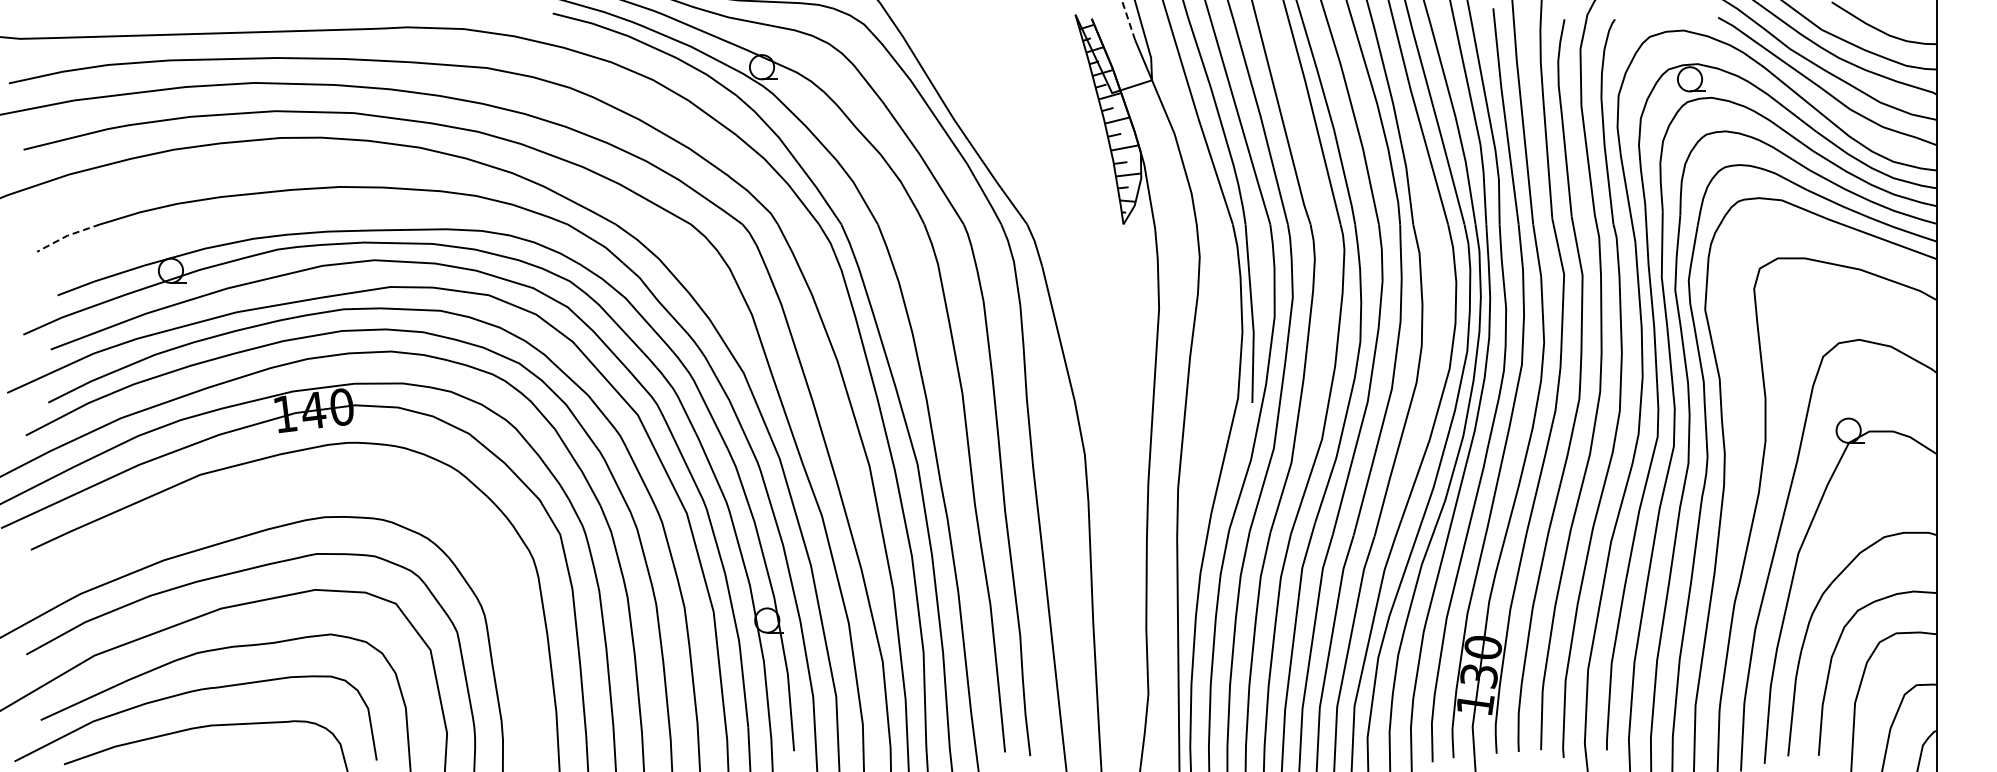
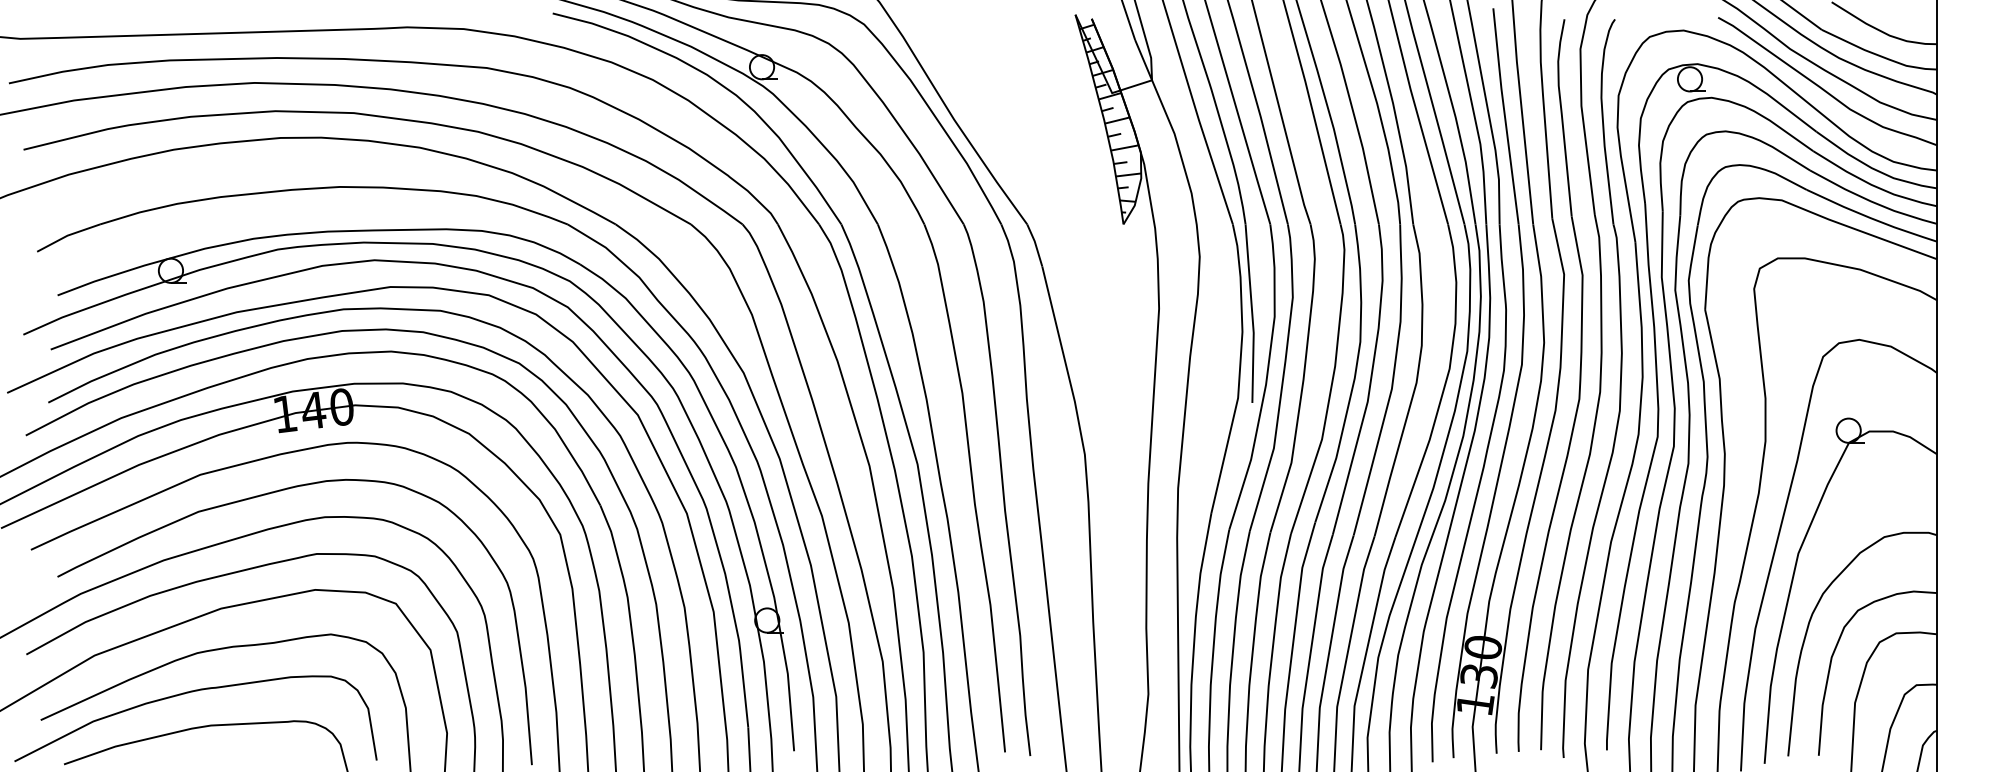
line at (1128, 20): dashed -> solid
line at (67, 235): dashed -> solid
curve at (261, 496): none -> present
